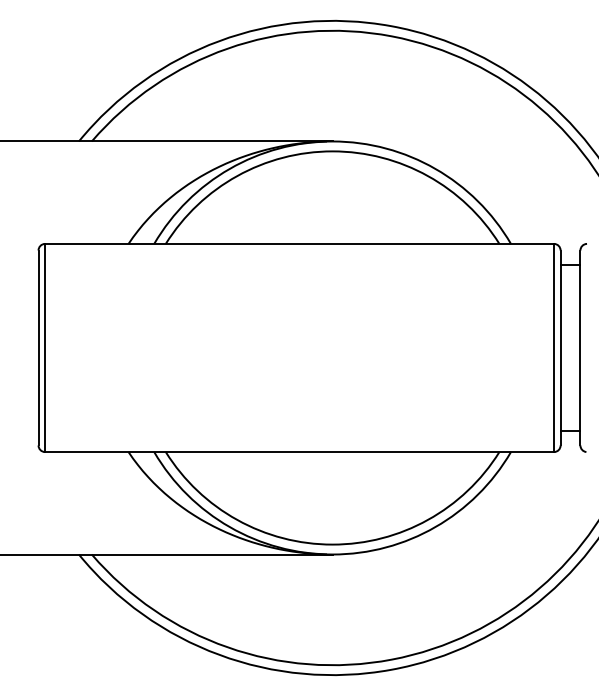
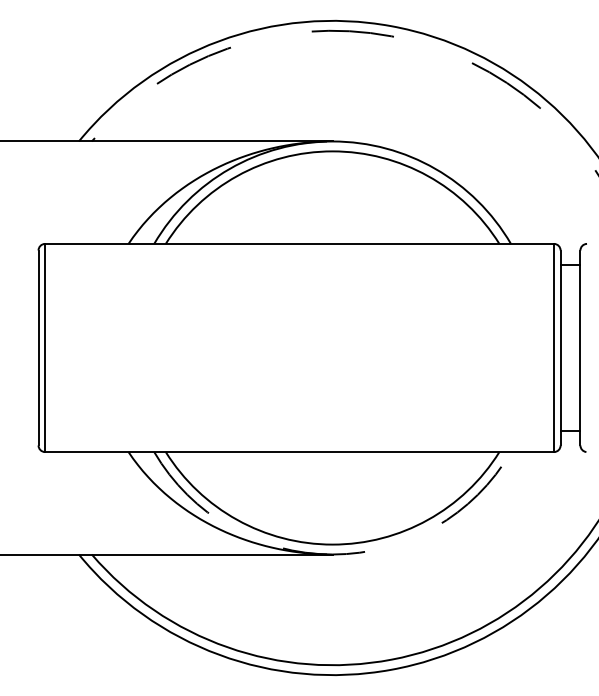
arc at (353, 31): solid -> dashed
arc at (332, 554): solid -> dashed
